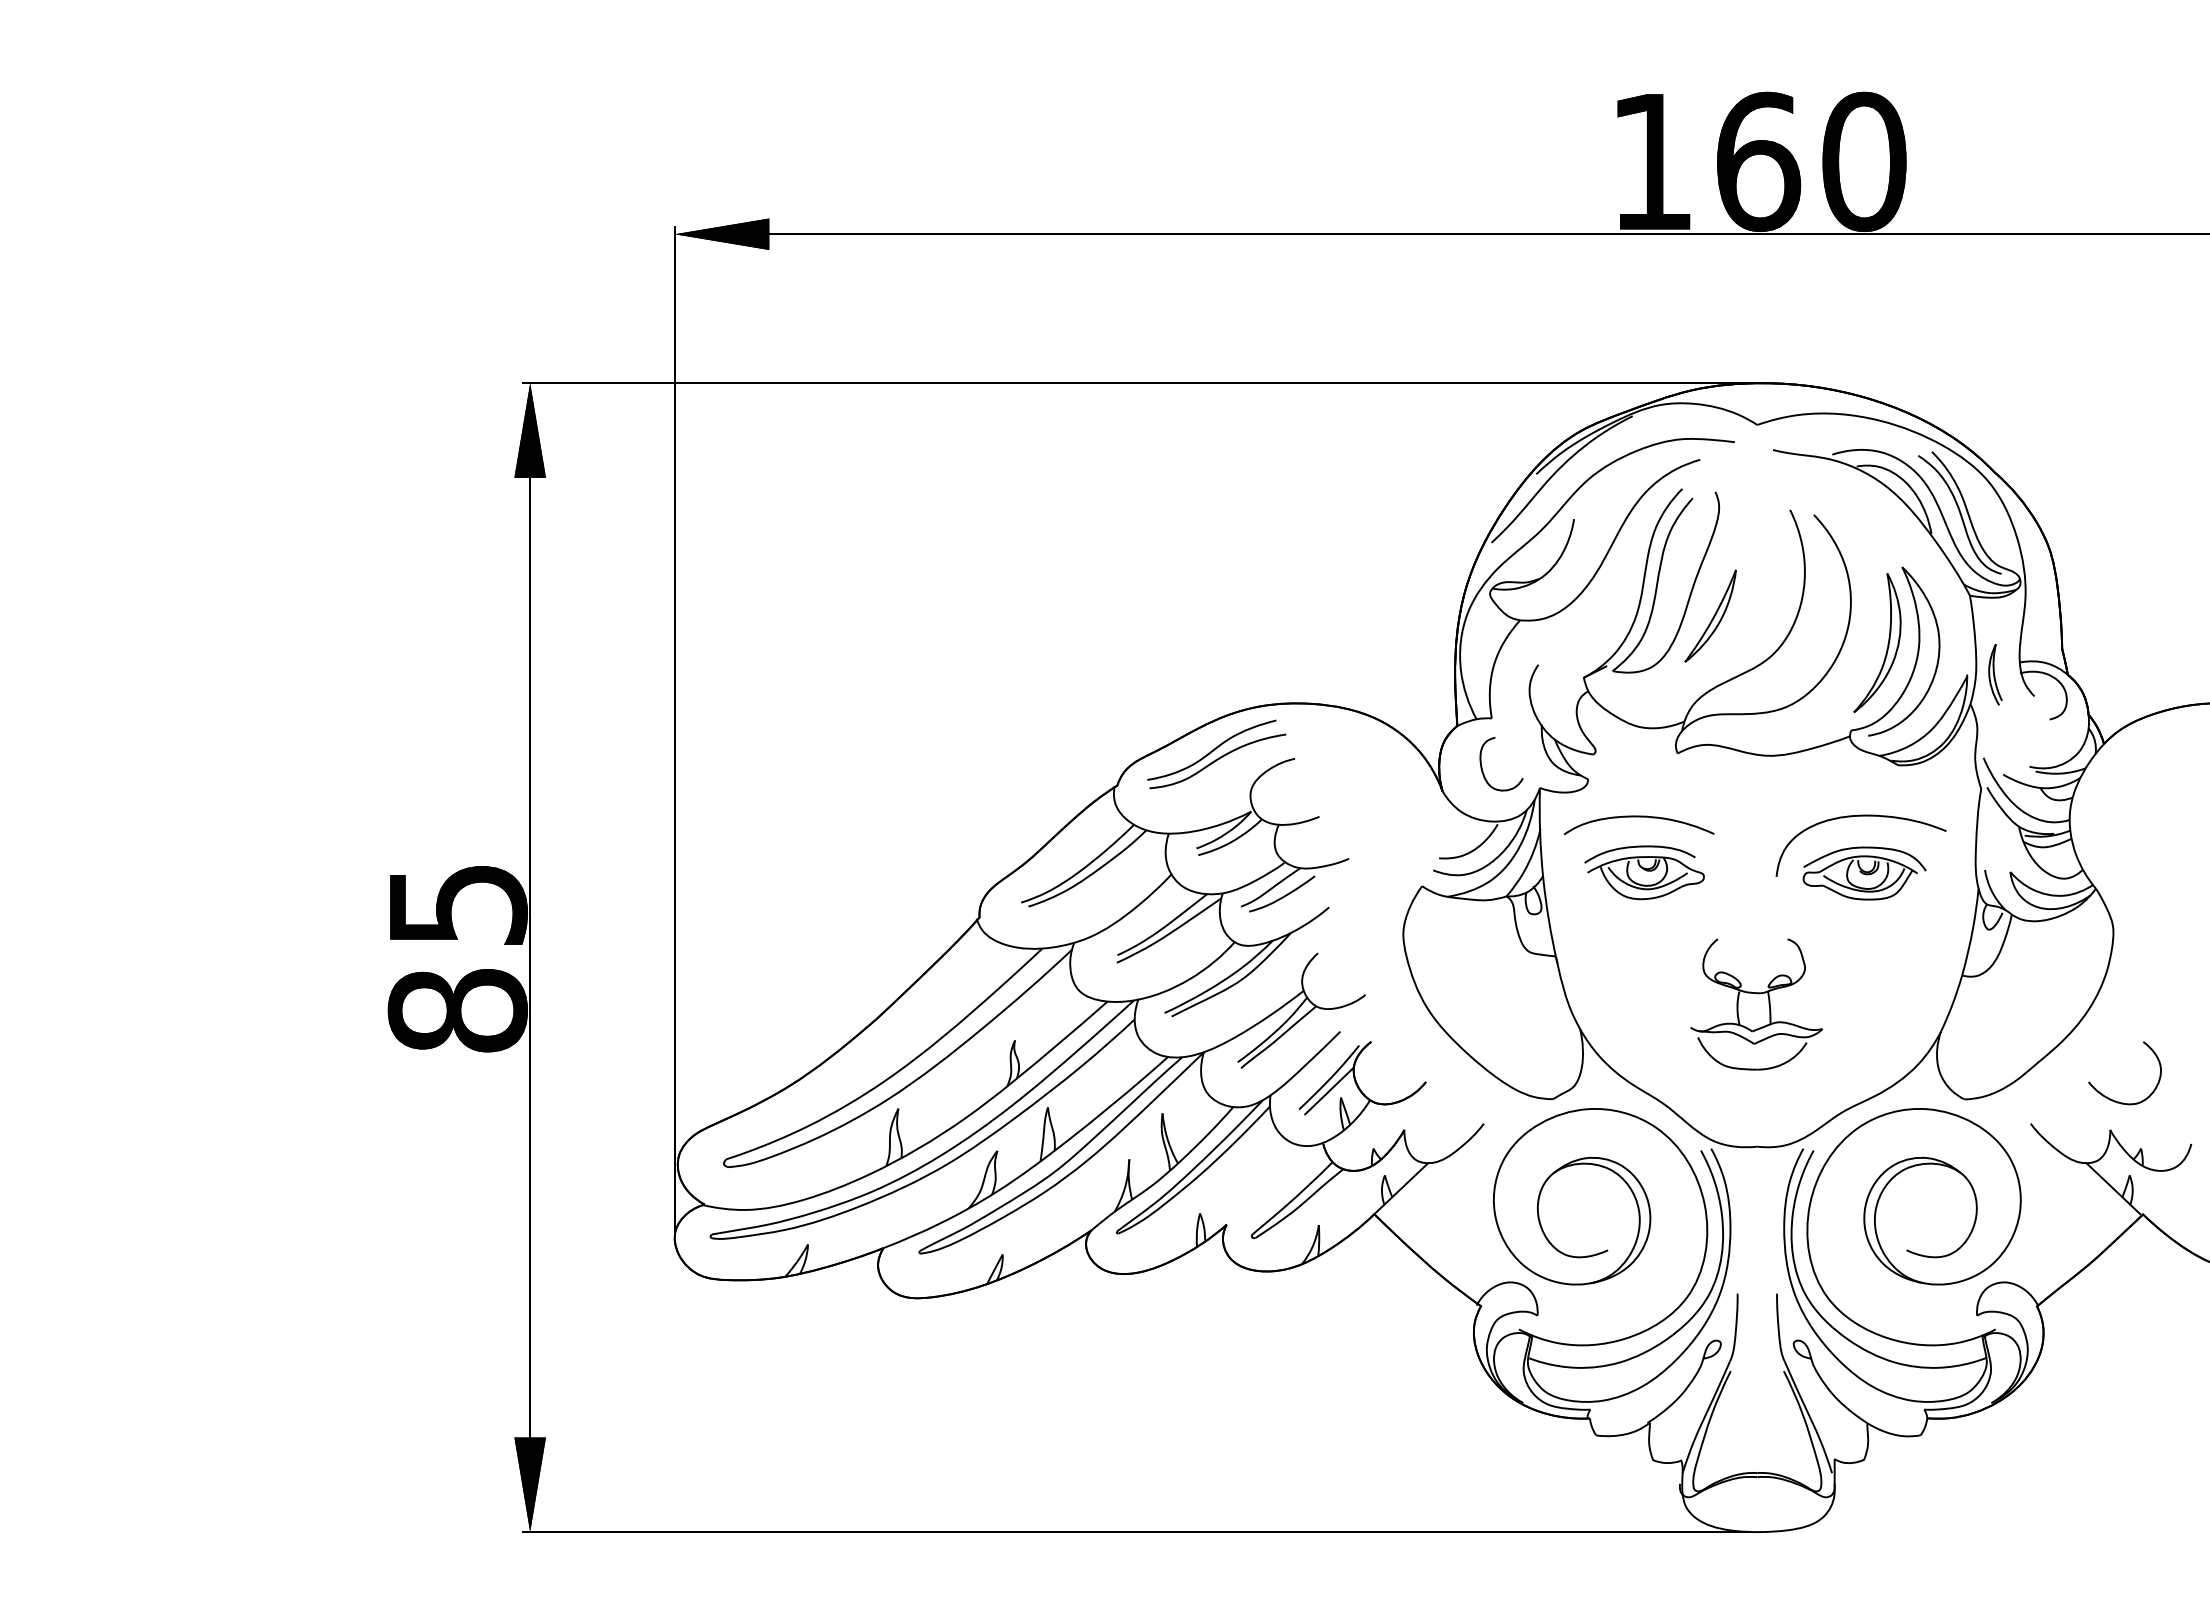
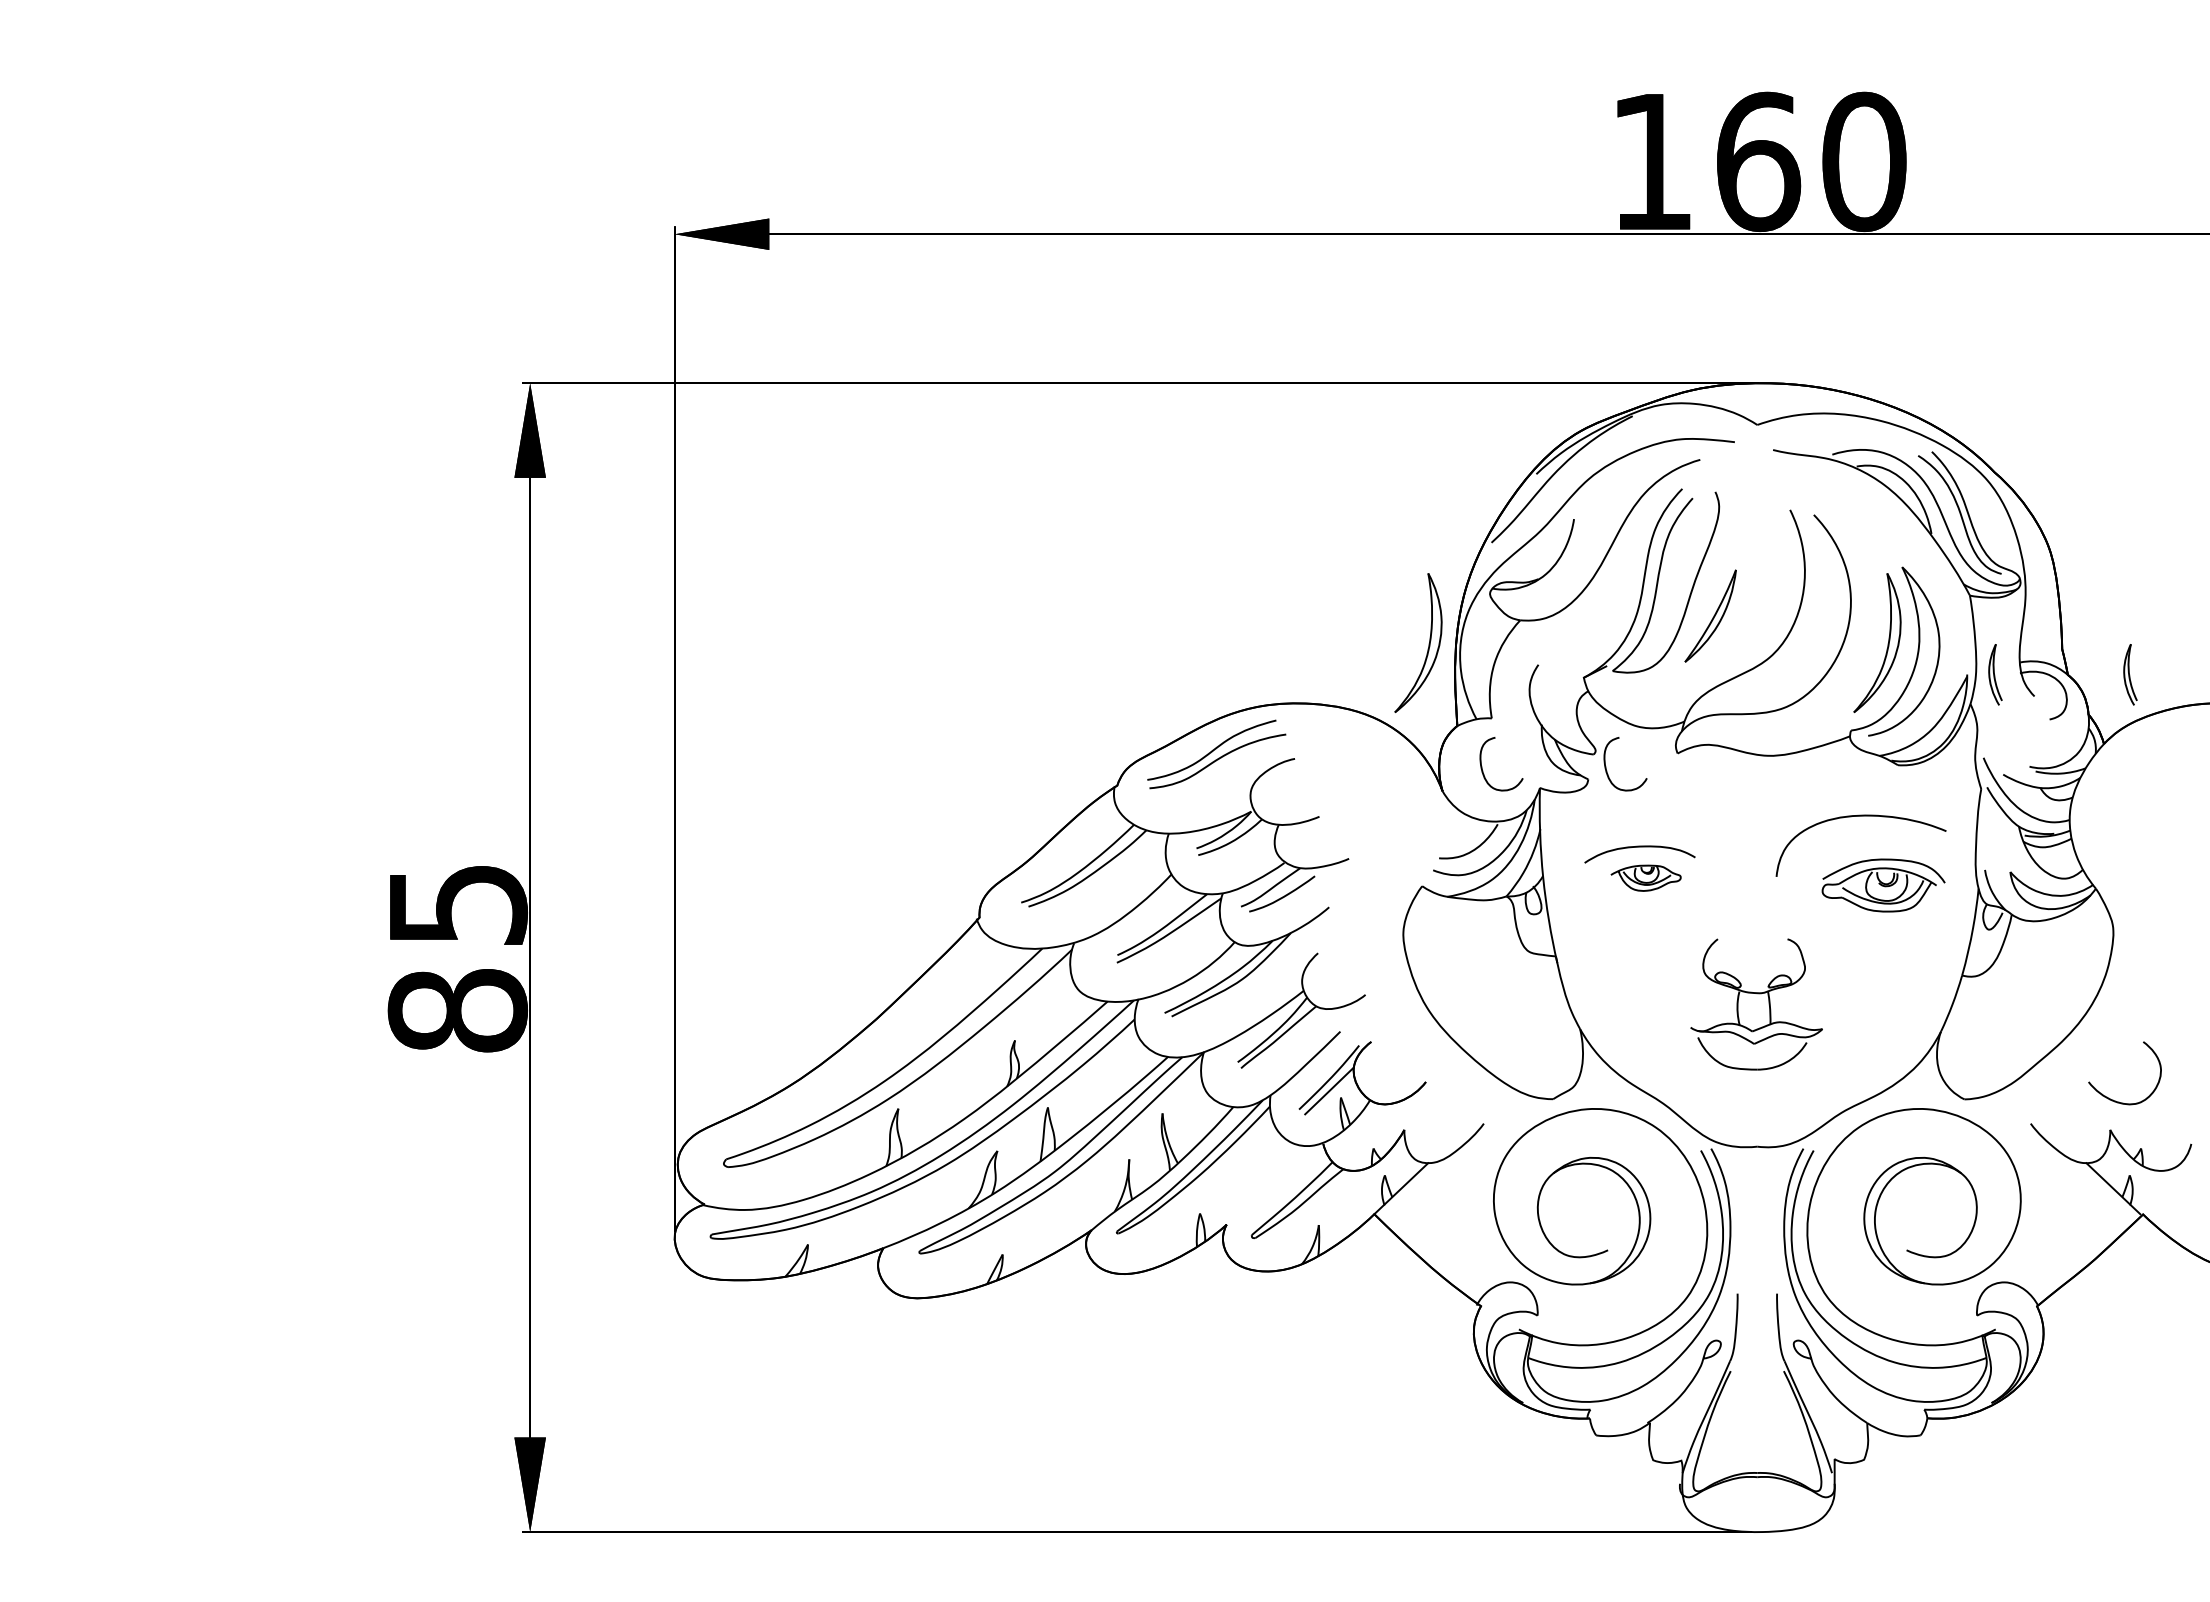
part at (1428, 643): none -> present
part at (2130, 674): none -> present
curve at (1607, 770): none -> present
curve at (1639, 817): present -> none
part at (1864, 873) position: (1864, 873) -> (1883, 885)
part at (1645, 878) size: 118x45 px -> 72x28 px
